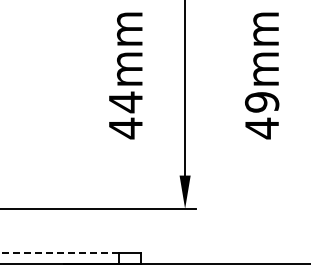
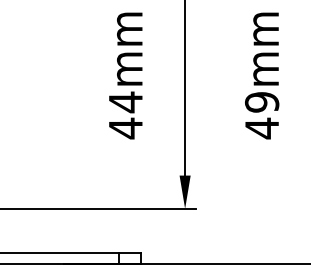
line at (59, 253): dashed -> solid
